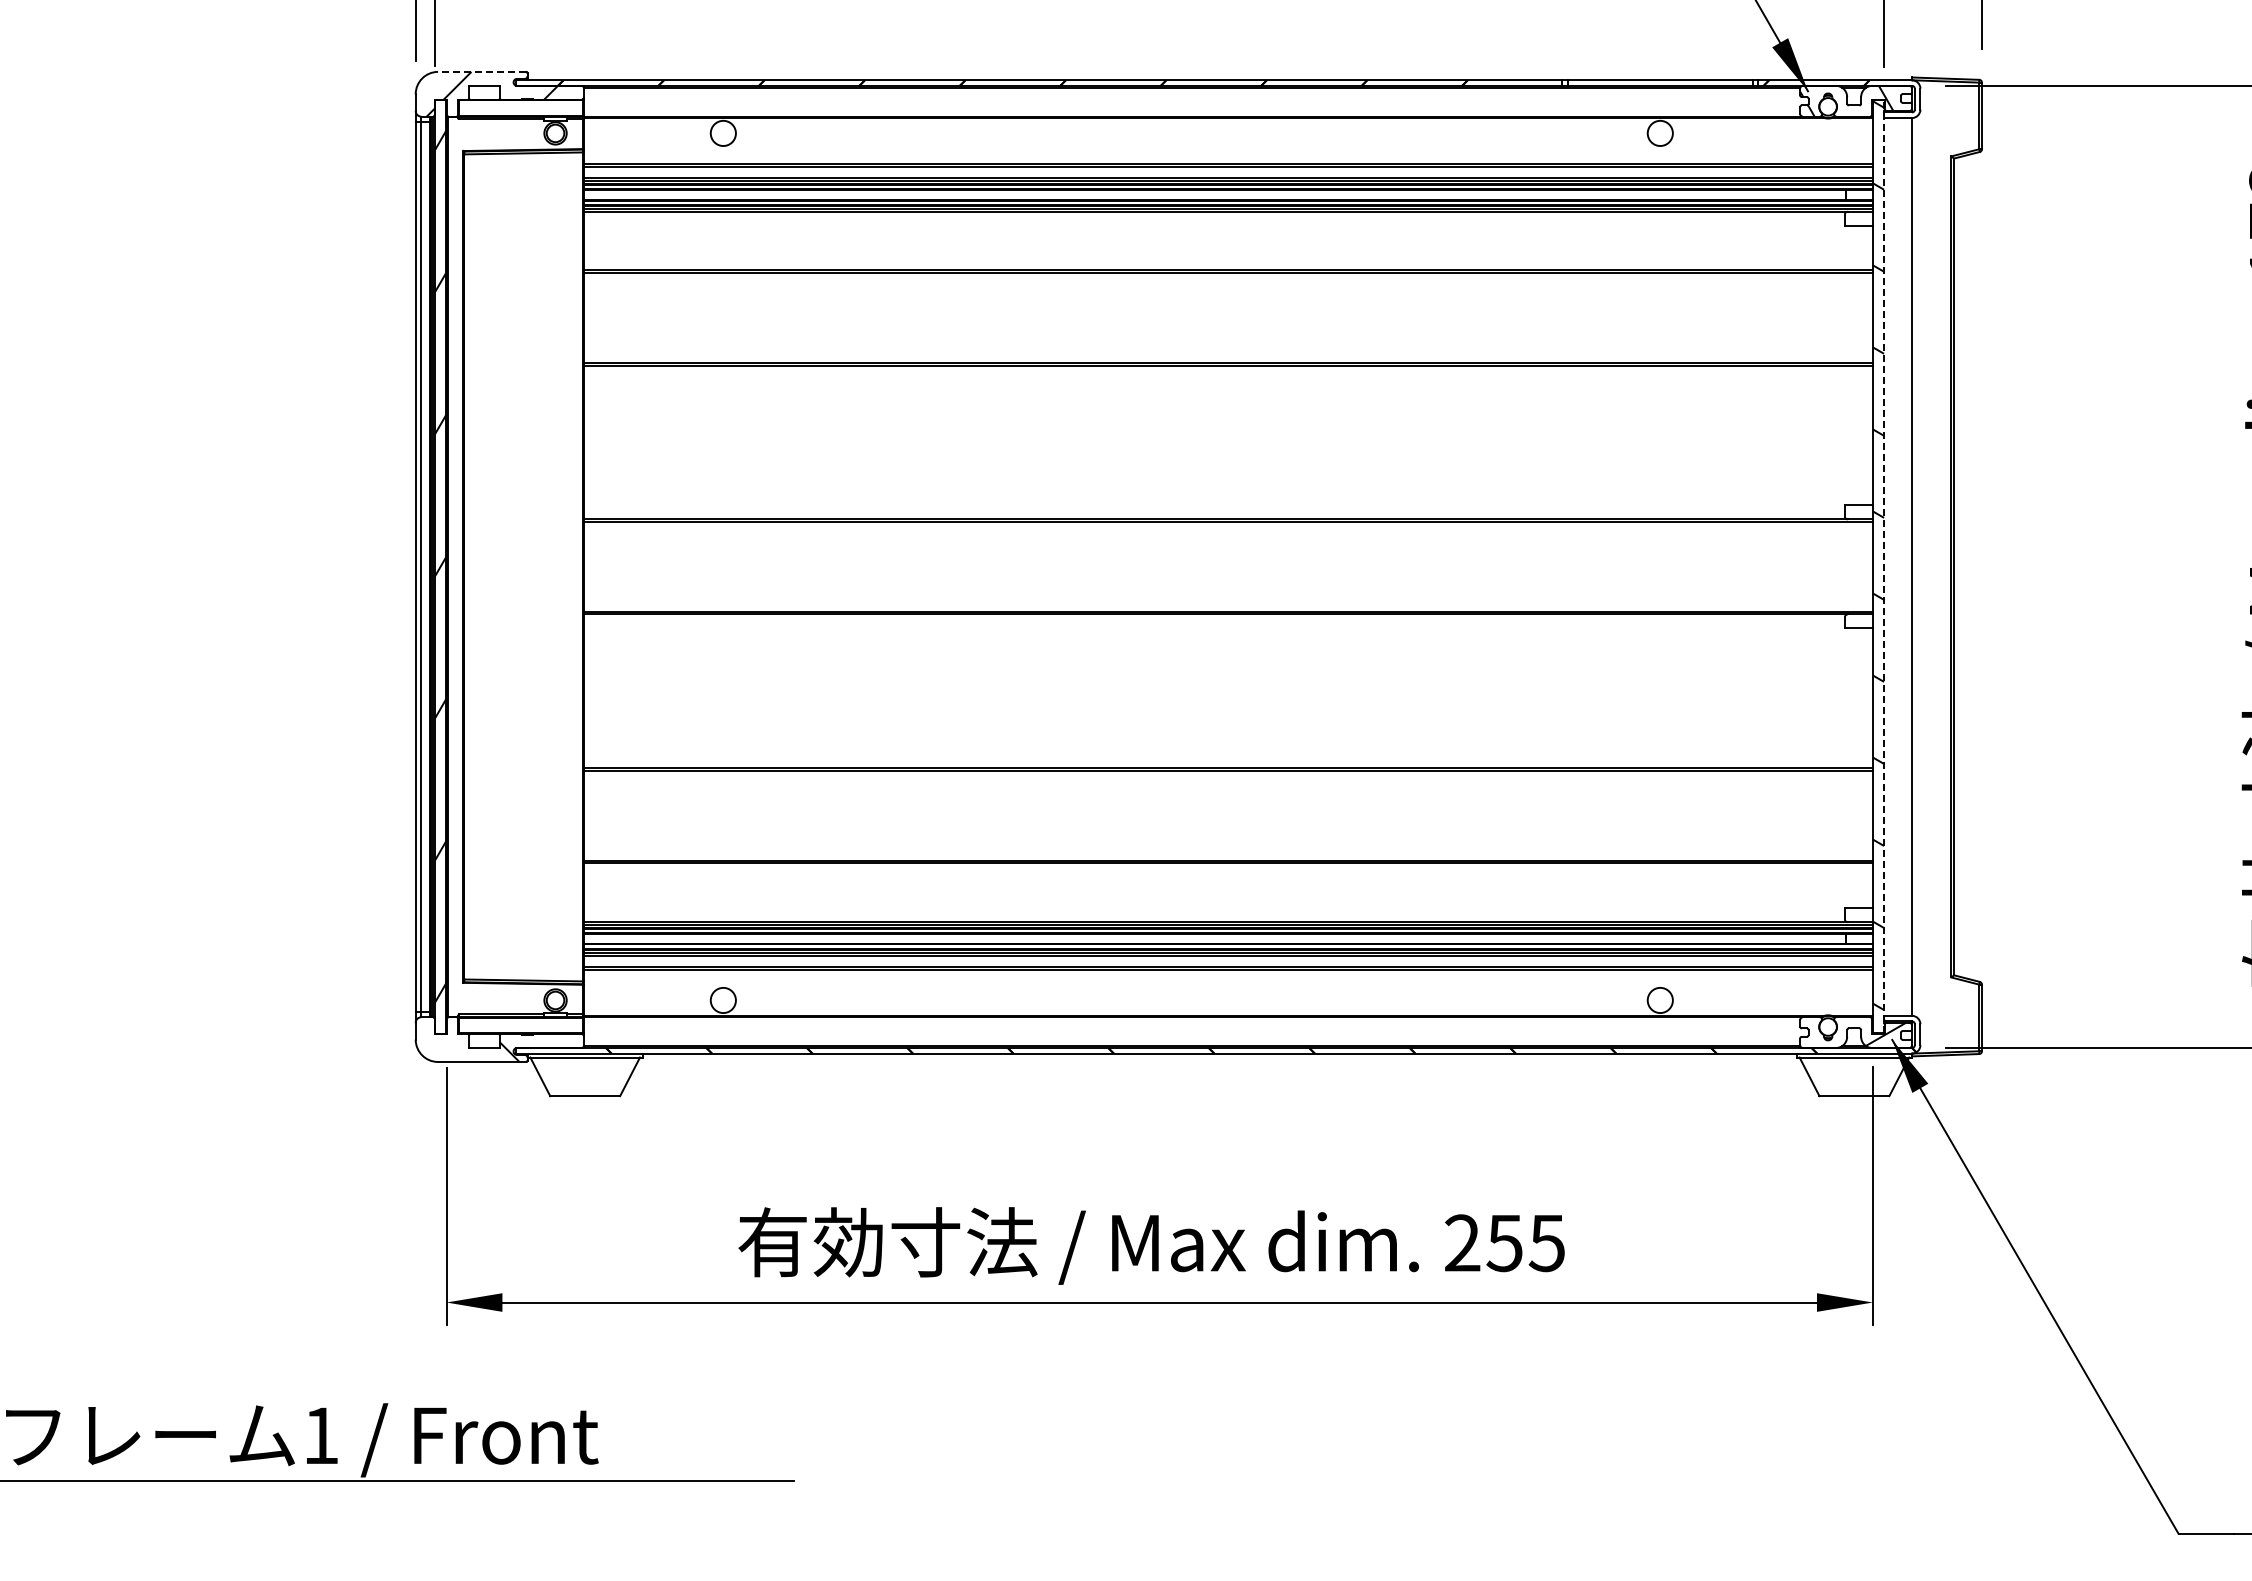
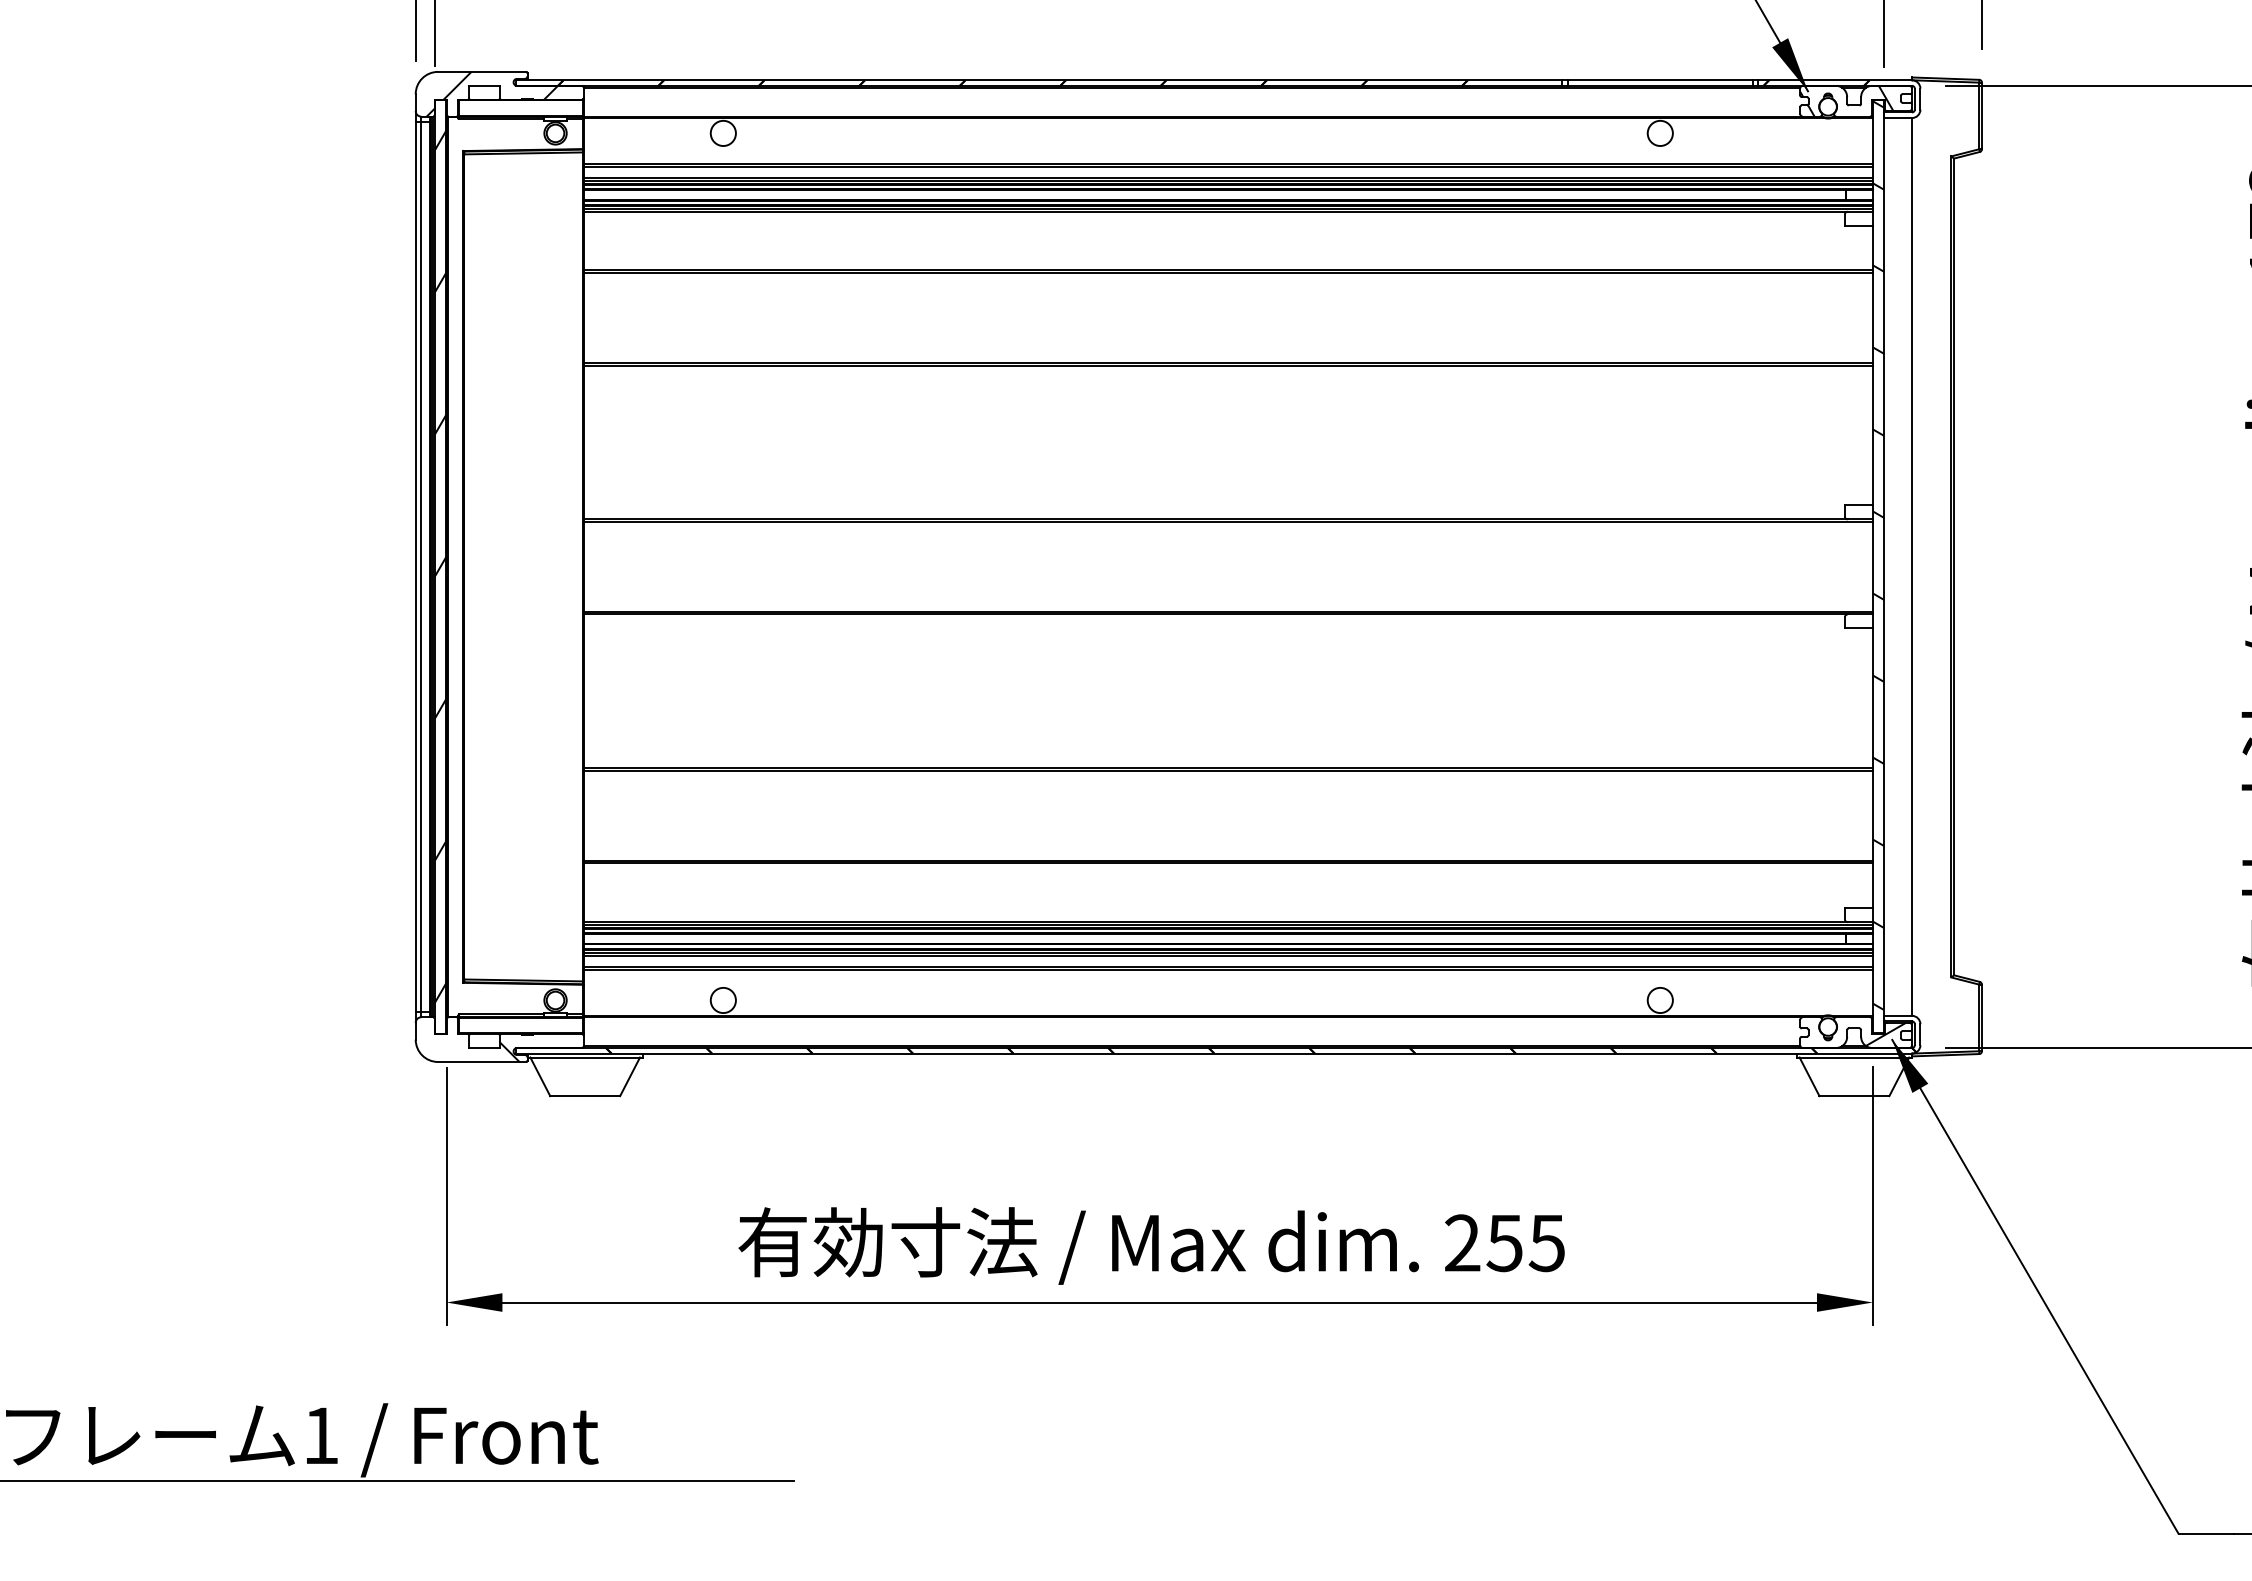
line at (482, 71): dashed -> solid
line at (1884, 566): dashed -> solid
